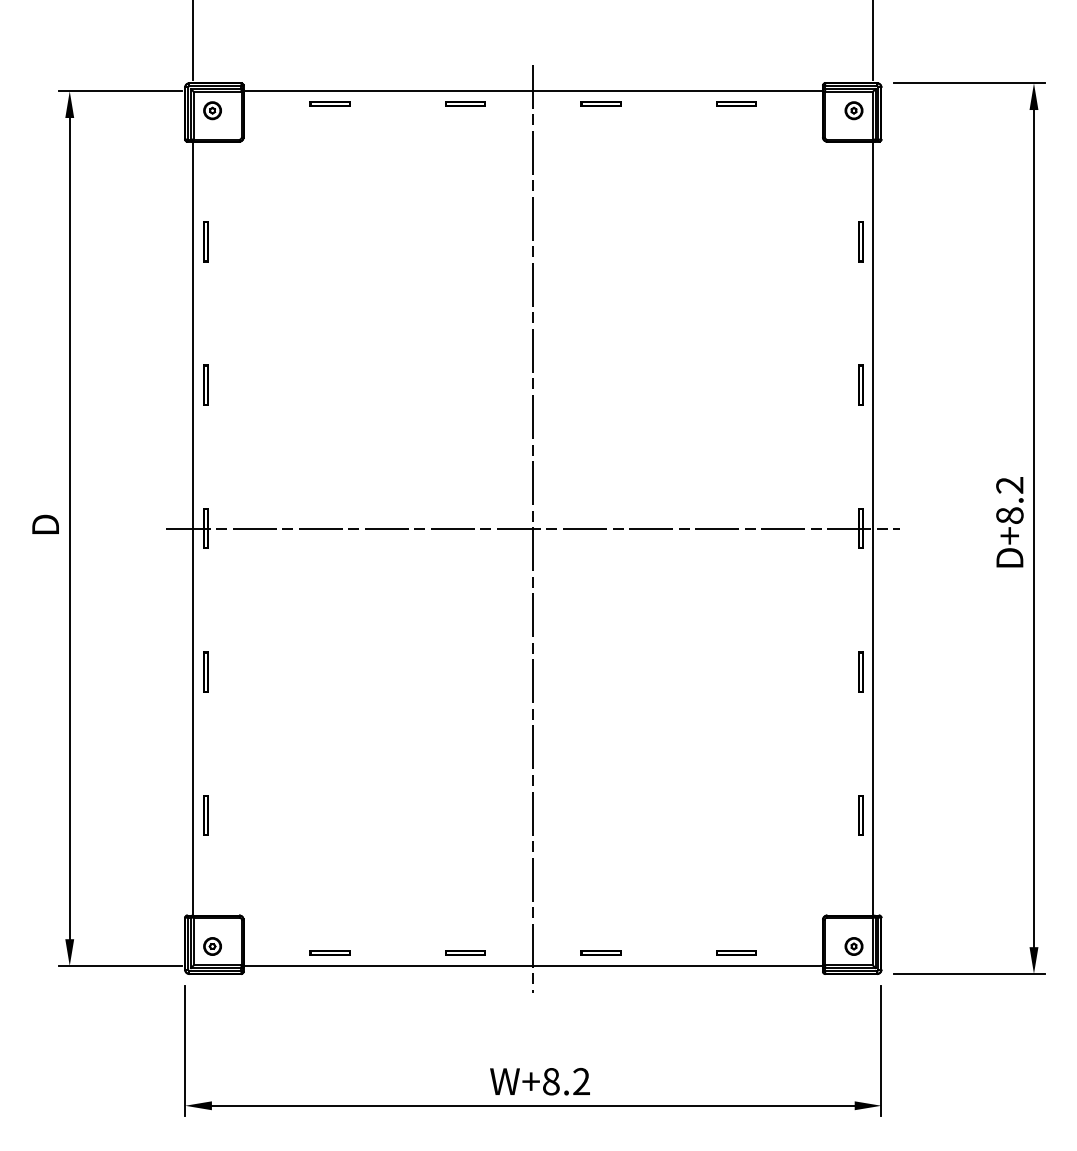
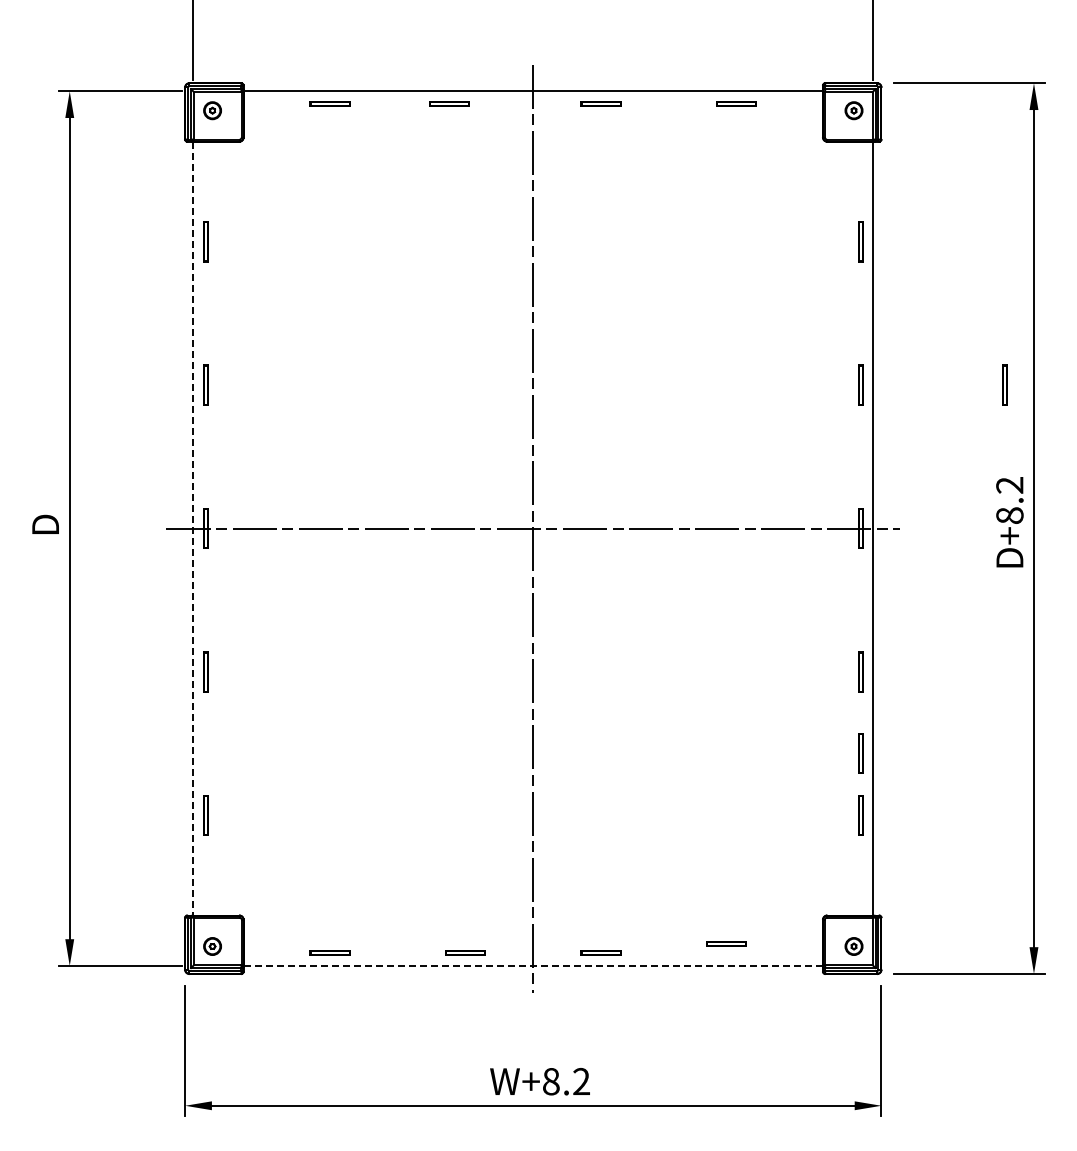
part at (465, 103) position: (465, 103) -> (449, 103)
part at (1004, 384): none -> present
line at (193, 528): solid -> dashed
part at (860, 753): none -> present
part at (736, 952) position: (736, 952) -> (726, 943)
line at (533, 965): solid -> dashed
